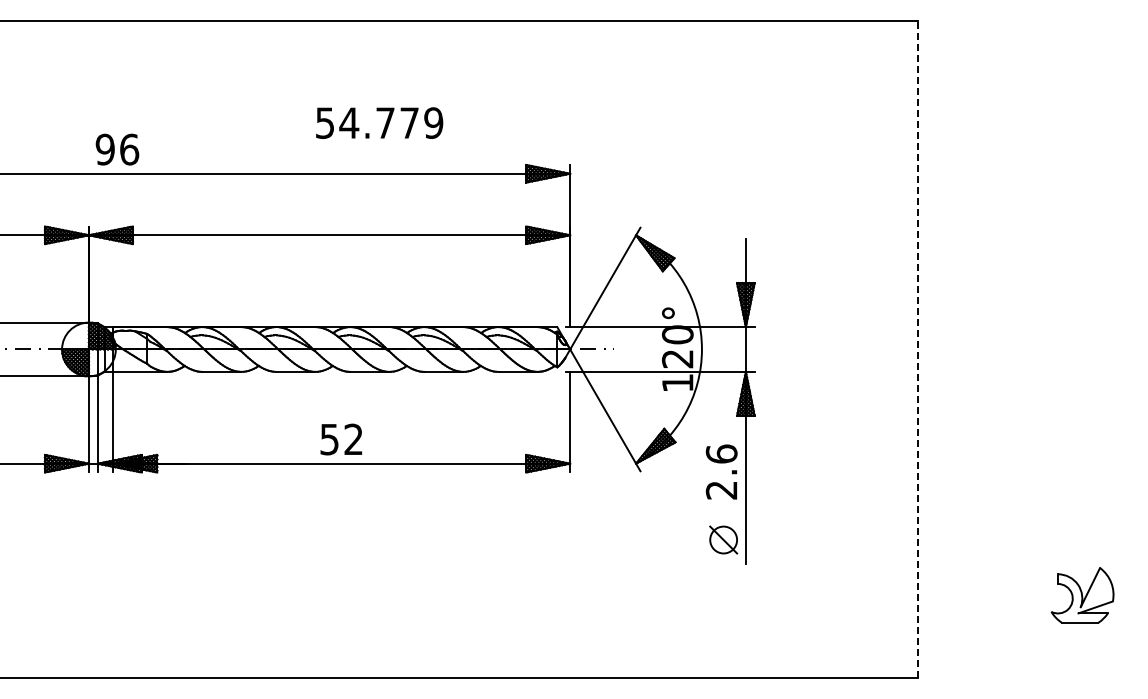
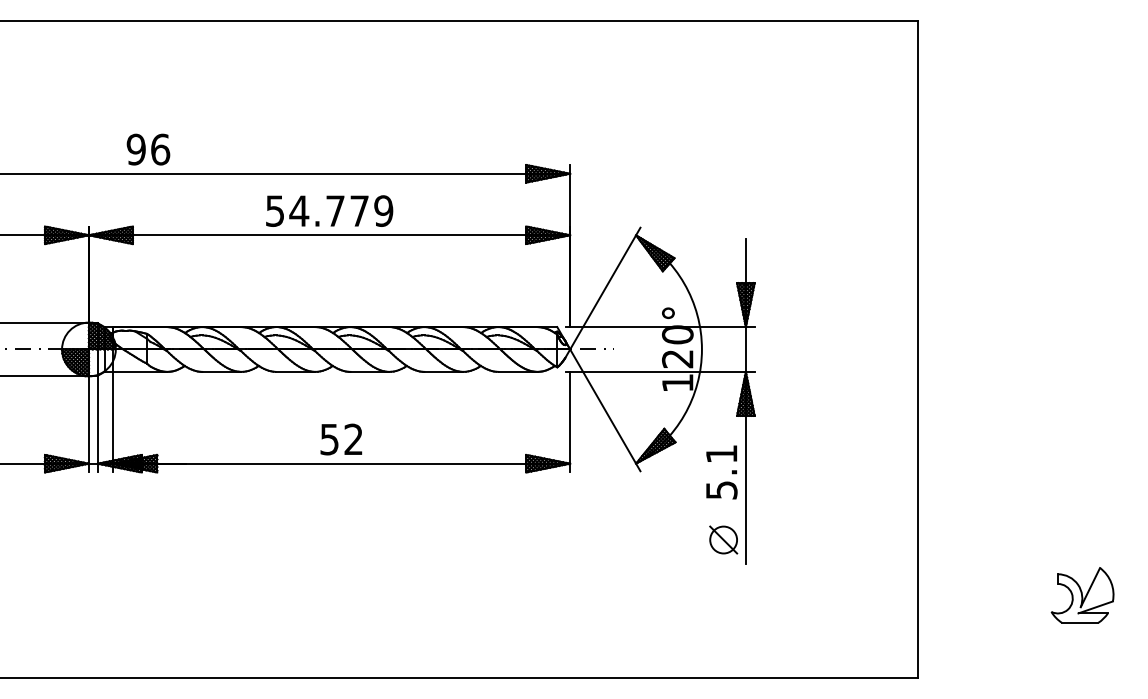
text at (379, 122) position: (379, 122) -> (329, 210)
text at (117, 149) position: (117, 149) -> (148, 149)
line at (917, 349): dashed -> solid
text at (721, 471): 2.6 -> 5.1
